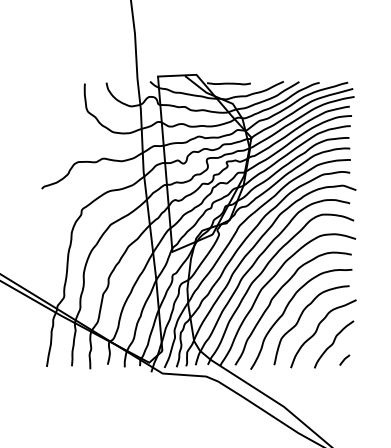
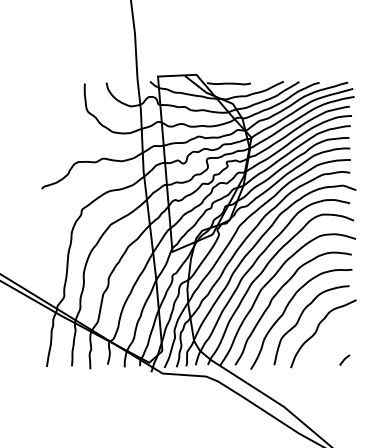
curve at (334, 343): present -> none
